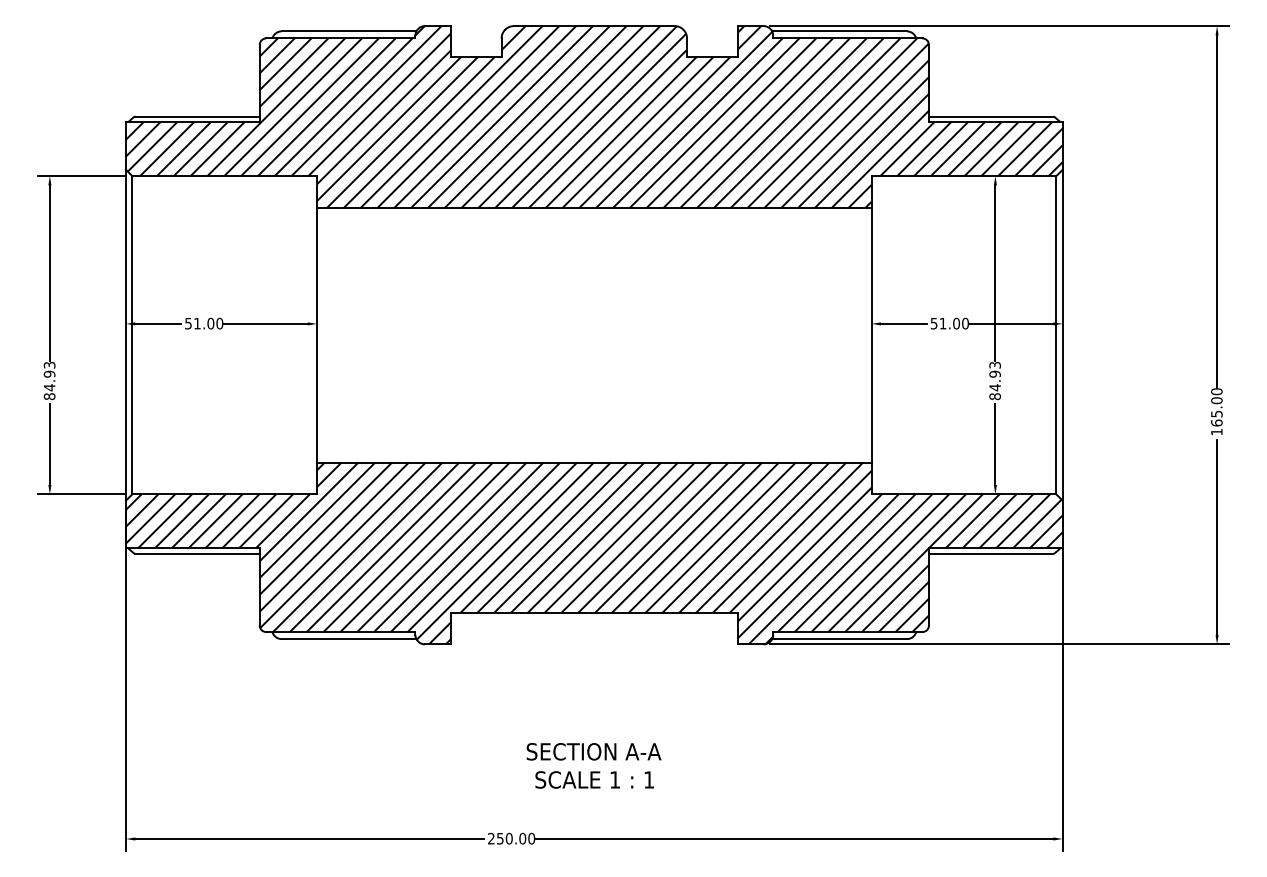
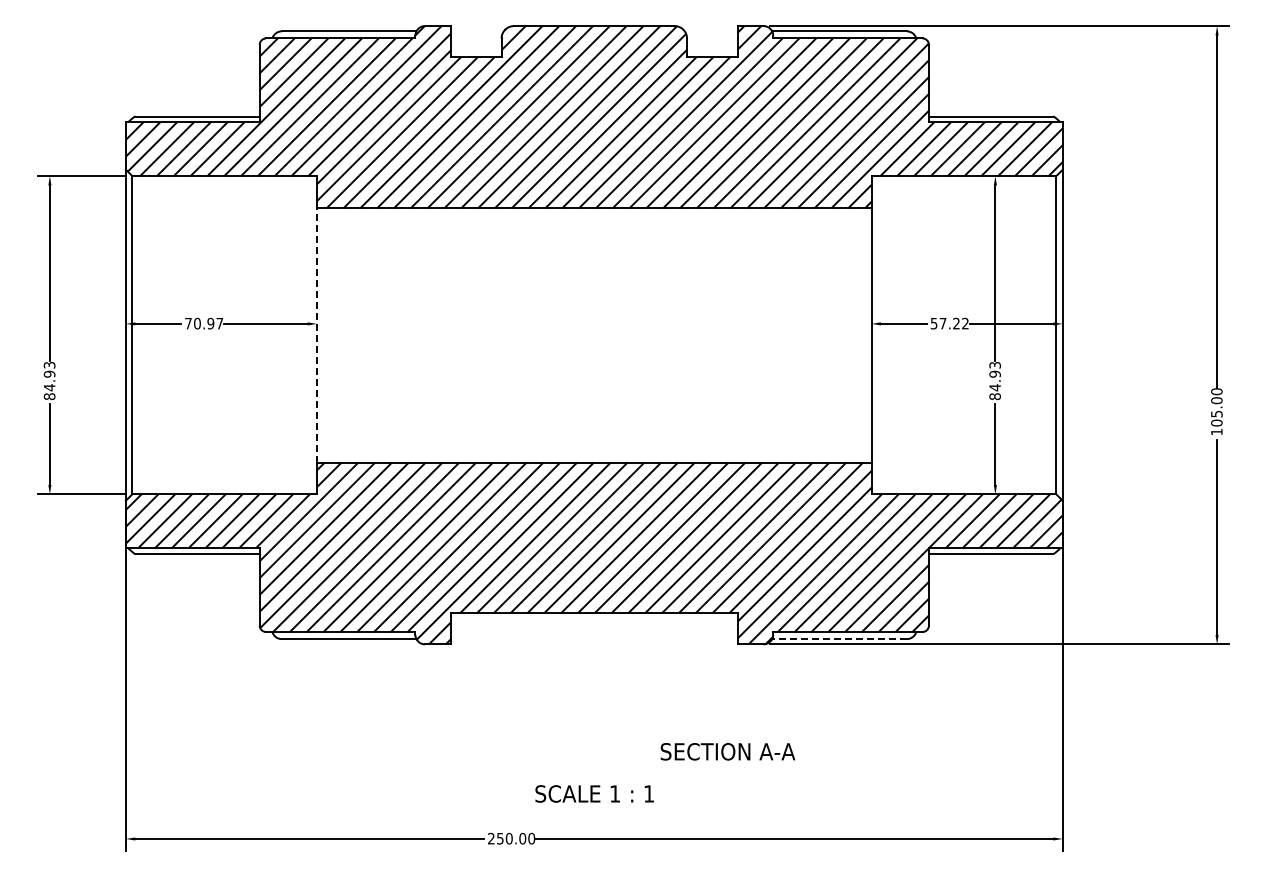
text at (204, 323): 51.00 -> 70.97
text at (953, 323): 51.00 -> 57.22
line at (317, 334): solid -> dashed
text at (1216, 422): 165.00 -> 105.00
line at (839, 639): solid -> dashed
text at (593, 751) position: (593, 751) -> (727, 751)
text at (594, 779) position: (594, 779) -> (594, 793)
